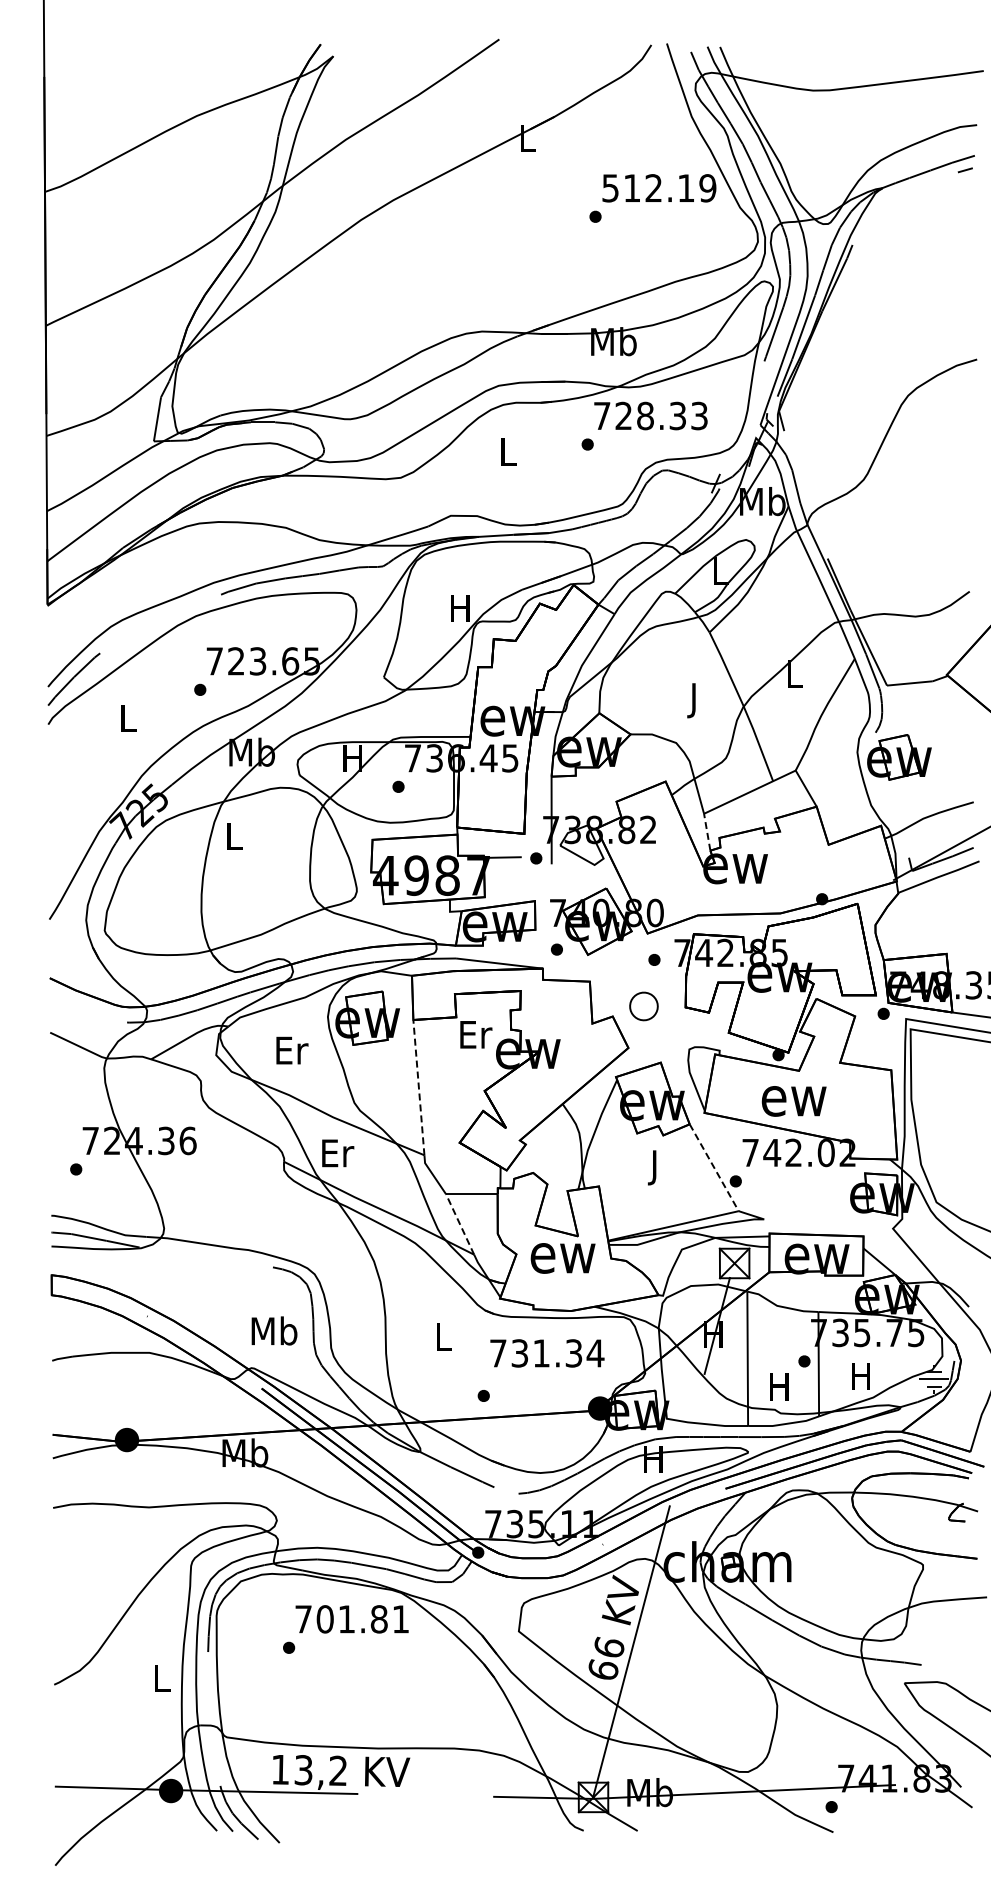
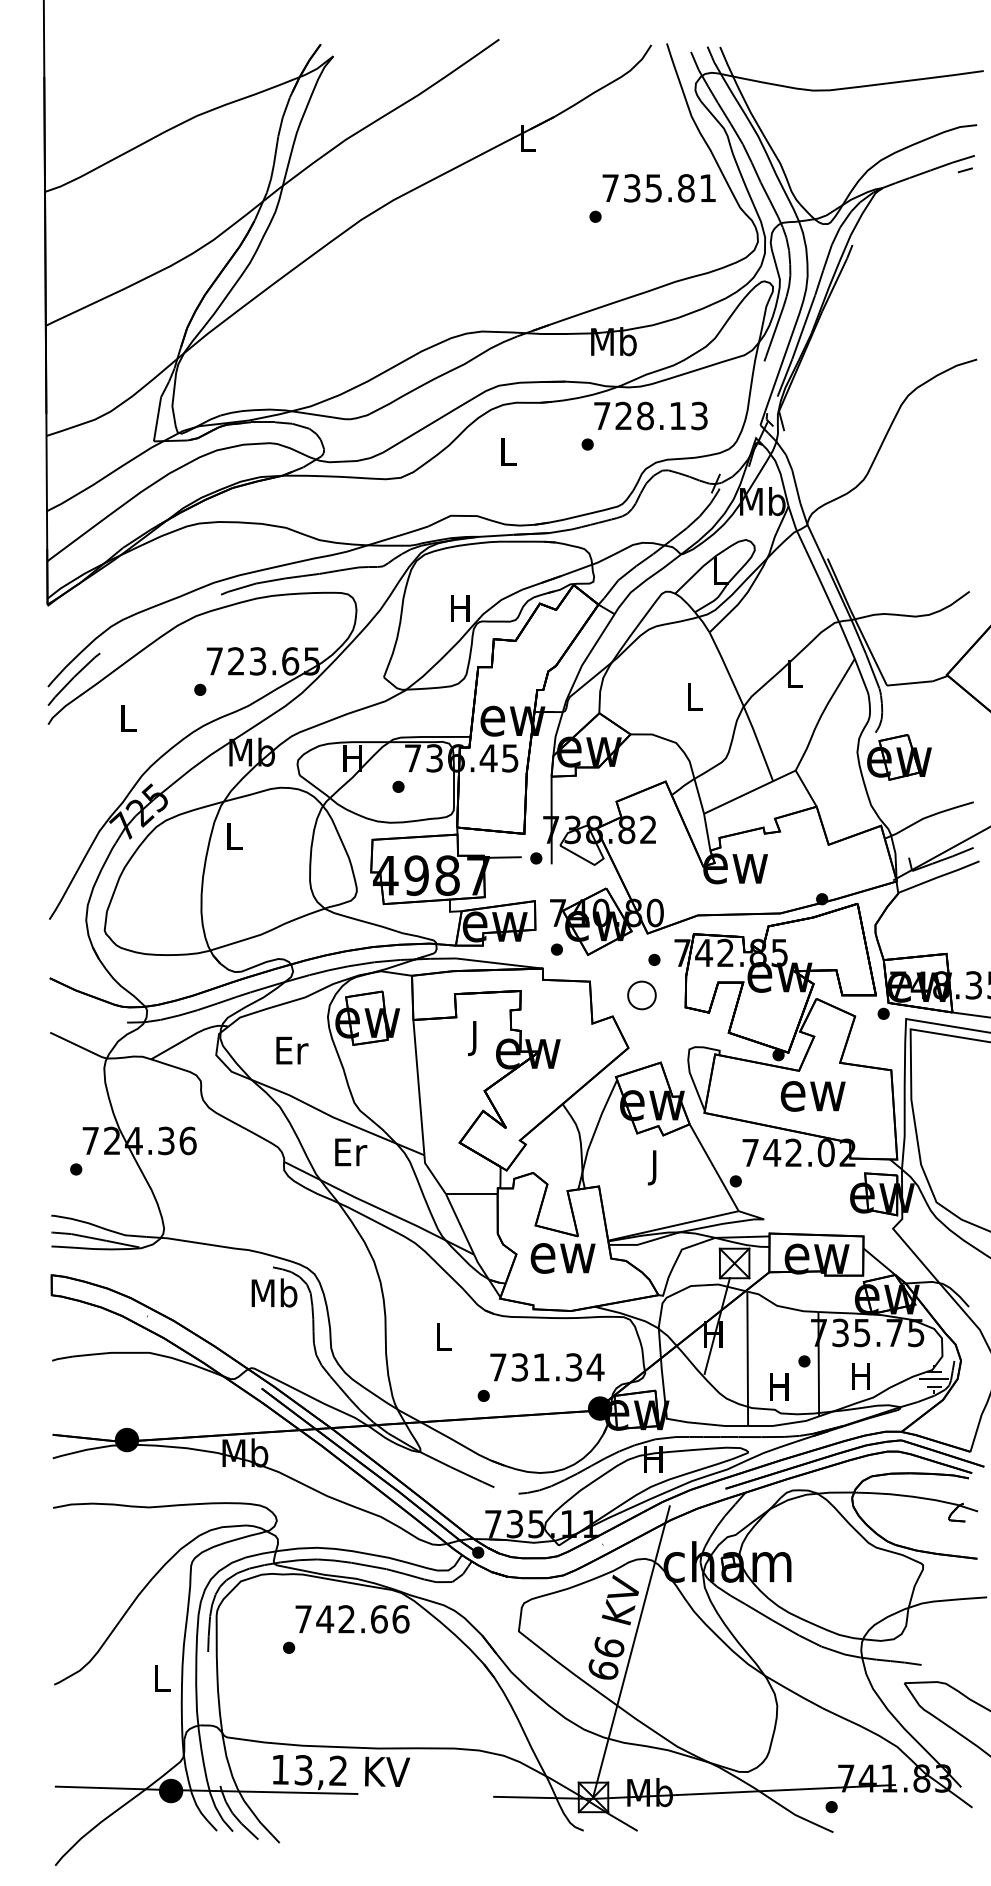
text at (659, 188): 512.19 -> 735.81
text at (677, 415): 728.33 -> 728.13
text at (694, 700): J -> L
line at (707, 832): dashed -> solid
part at (643, 1006) position: (643, 1006) -> (641, 995)
text at (476, 1038): Er -> J
line at (418, 1087): dashed -> solid
text at (793, 1101) position: (793, 1101) -> (812, 1096)
text at (338, 1153) position: (338, 1153) -> (351, 1152)
line at (714, 1167): dashed -> solid
line at (459, 1224): dashed -> solid
text at (274, 1330) position: (274, 1330) -> (274, 1292)
text at (547, 1353) position: (547, 1353) -> (547, 1367)
text at (362, 1619): 701.81 -> 742.66
